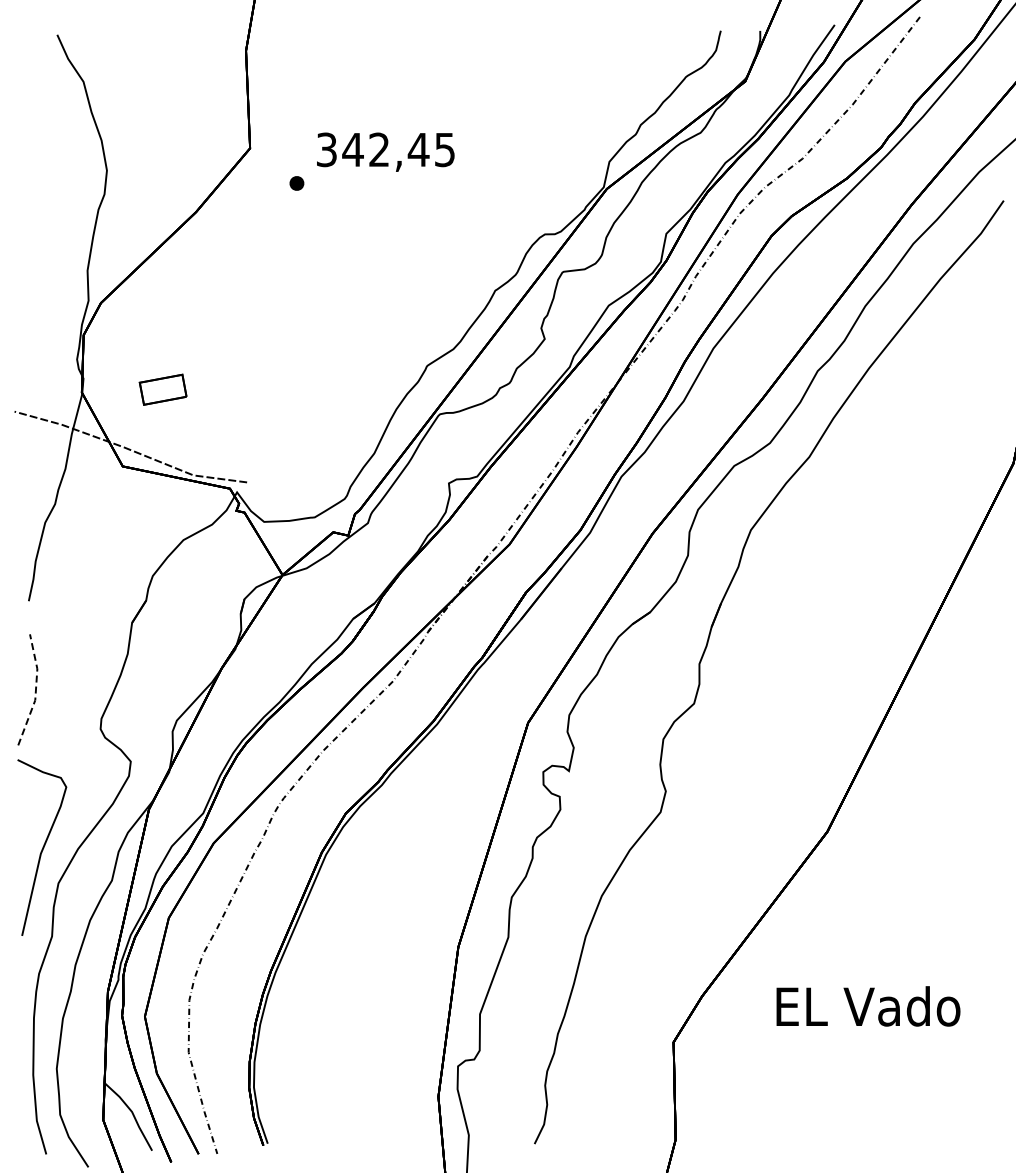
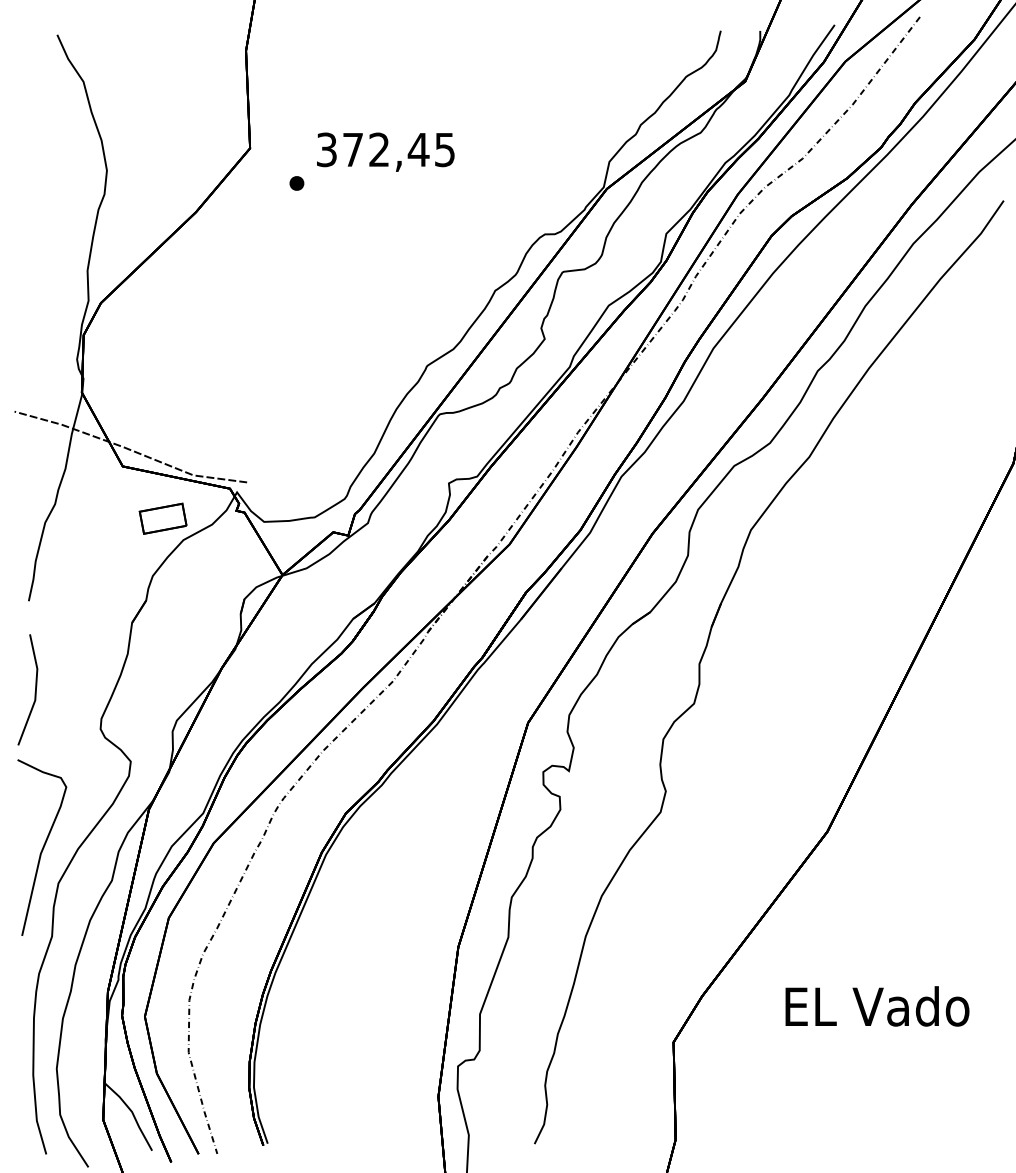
text at (352, 149): 342,45 -> 372,45
part at (162, 389) position: (162, 389) -> (162, 518)
line at (35, 690): dashed -> solid
text at (868, 1006) position: (868, 1006) -> (877, 1006)
